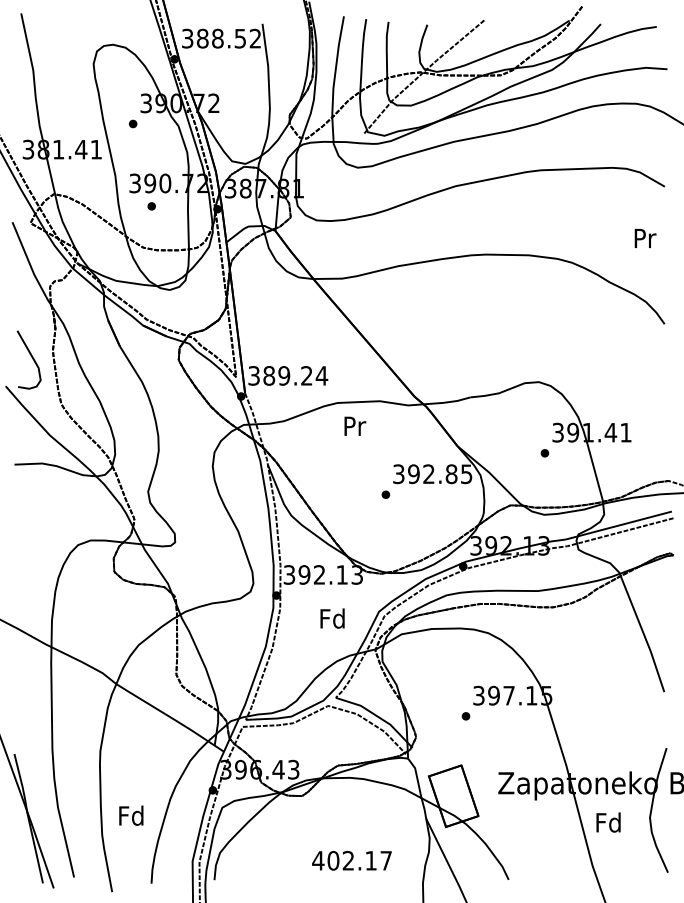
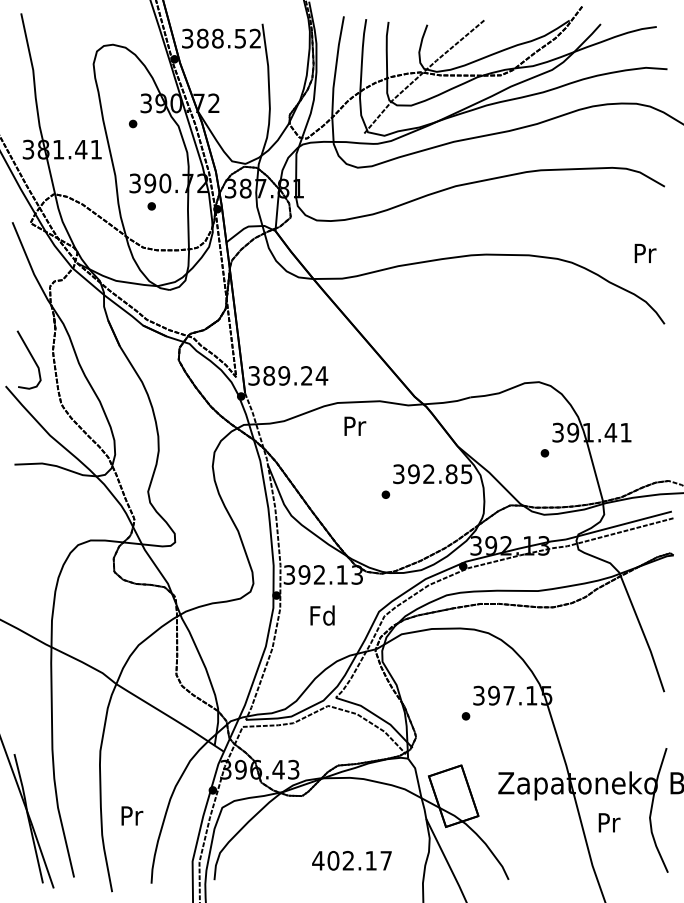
text at (645, 237) position: (645, 237) -> (645, 252)
text at (332, 618) position: (332, 618) -> (322, 615)
text at (131, 815): Fd -> Pr
text at (608, 822): Fd -> Pr
